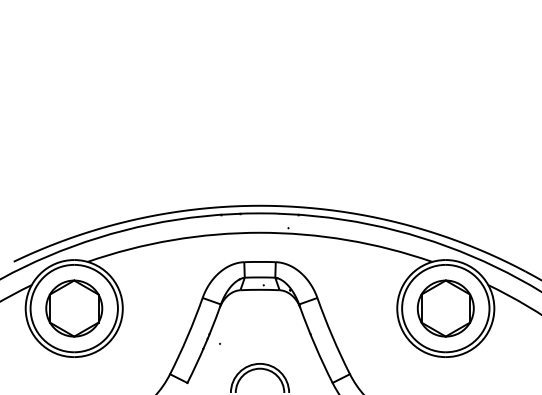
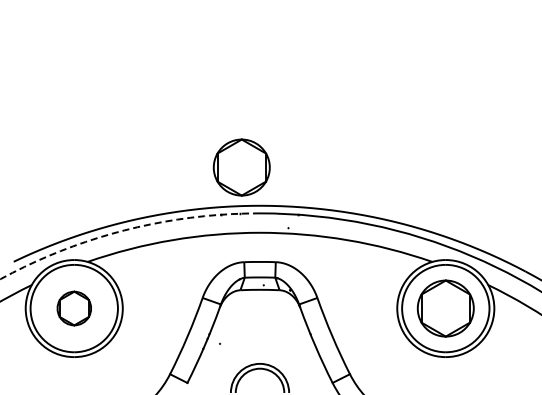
part at (241, 167): none -> present
arc at (124, 230): solid -> dashed
part at (74, 308) size: 59x59 px -> 36x37 px
